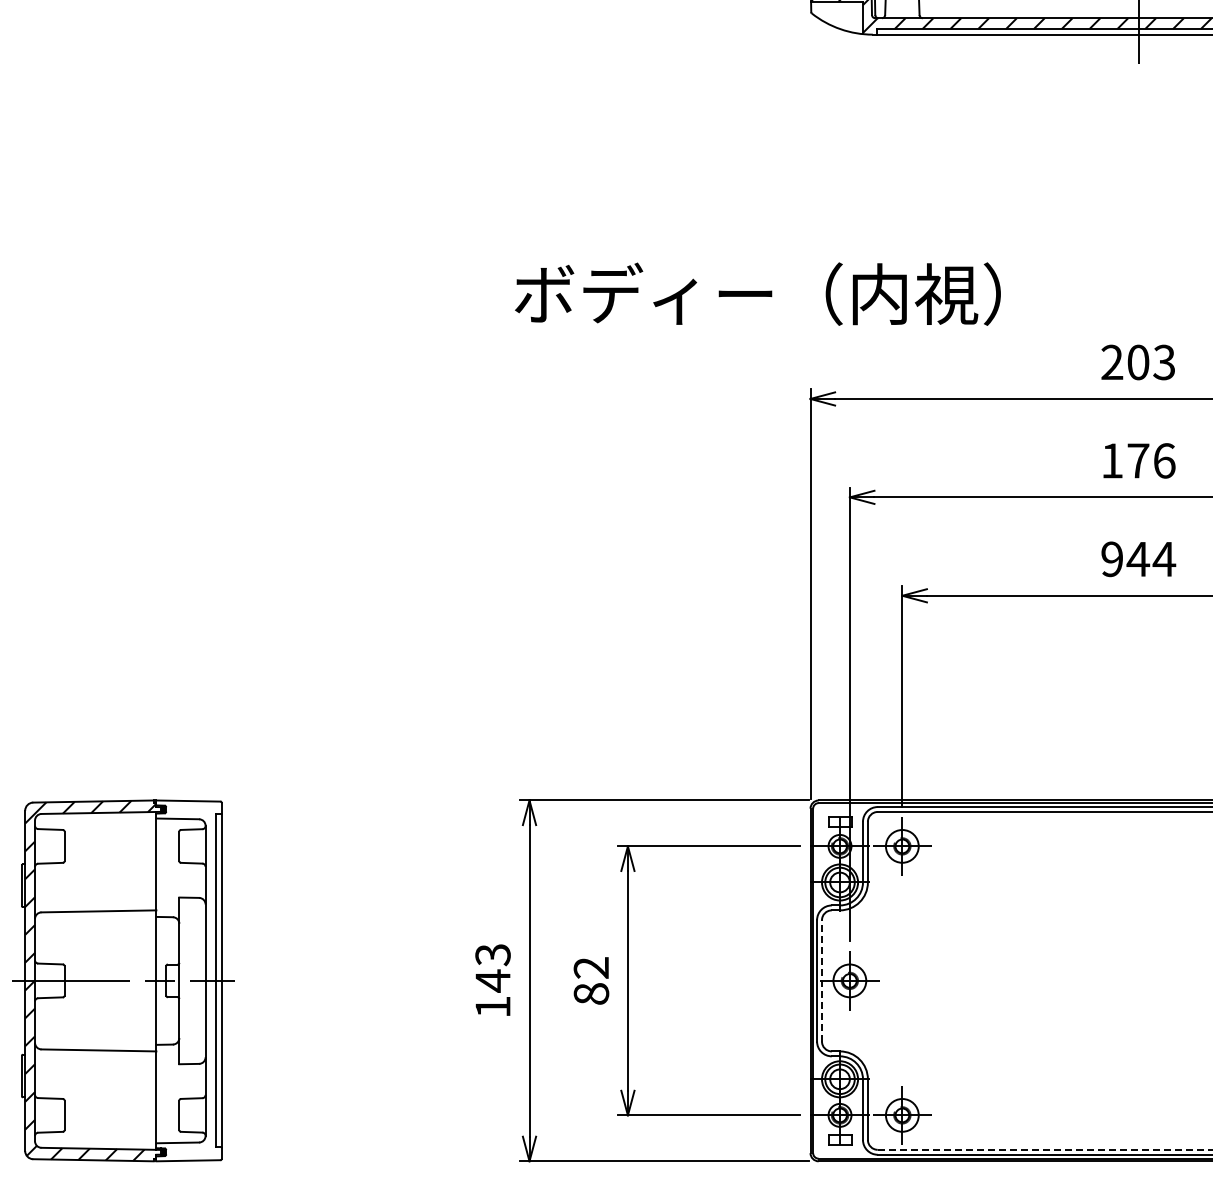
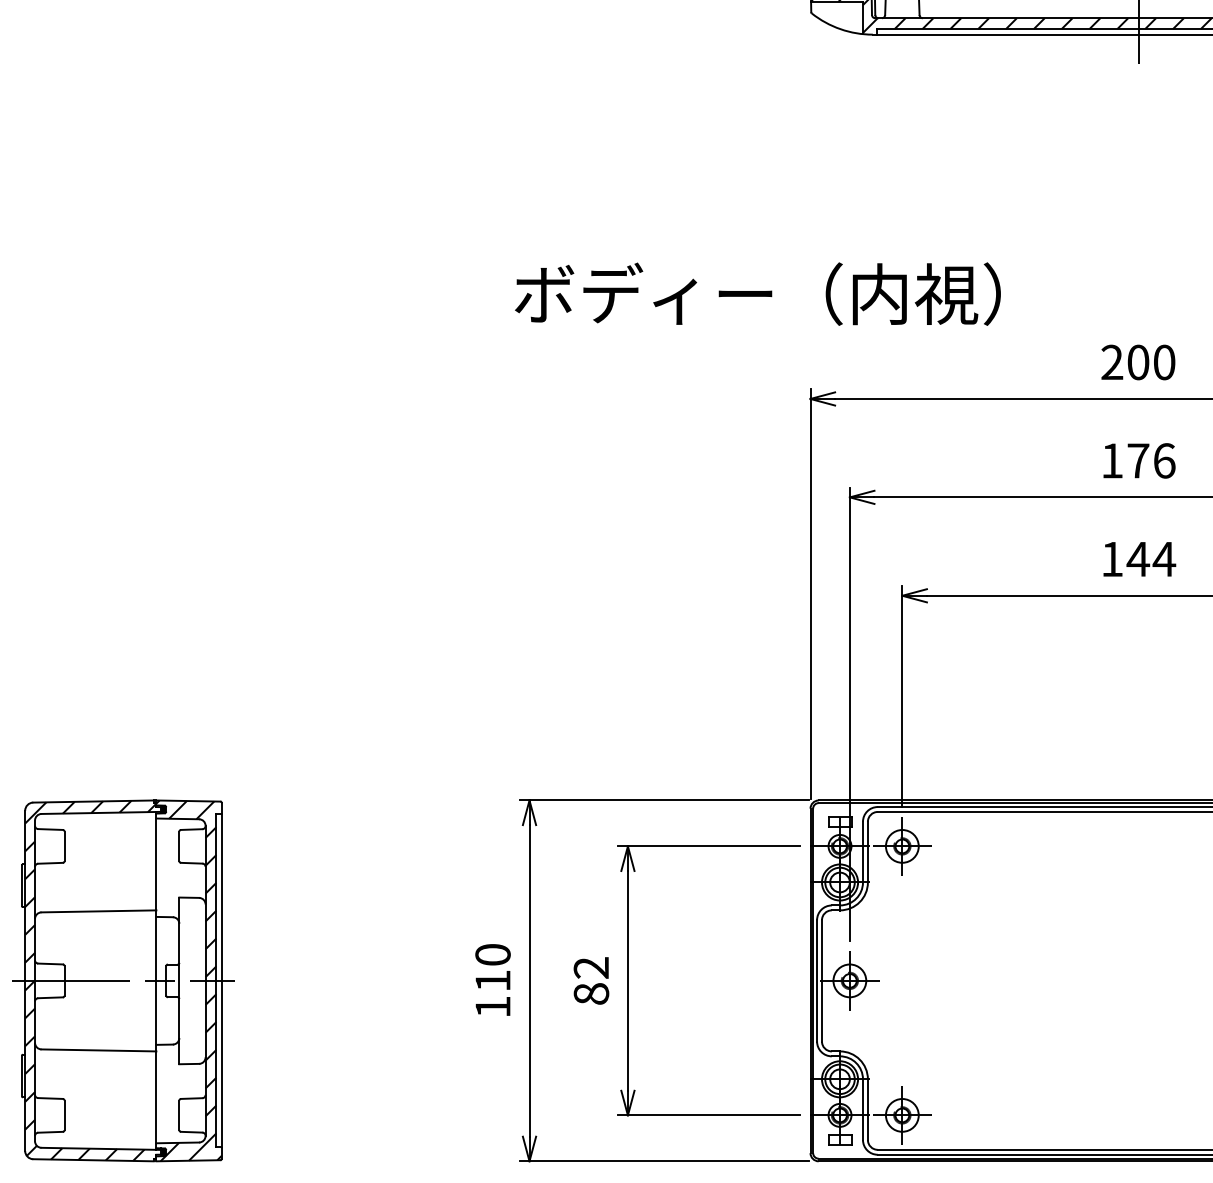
text at (1164, 362): 203 -> 200
text at (1111, 559): 944 -> 144
text at (492, 968): 143 -> 110
hatch at (189, 980): none -> present
line at (821, 980): dashed -> solid
line at (1045, 1149): dashed -> solid
